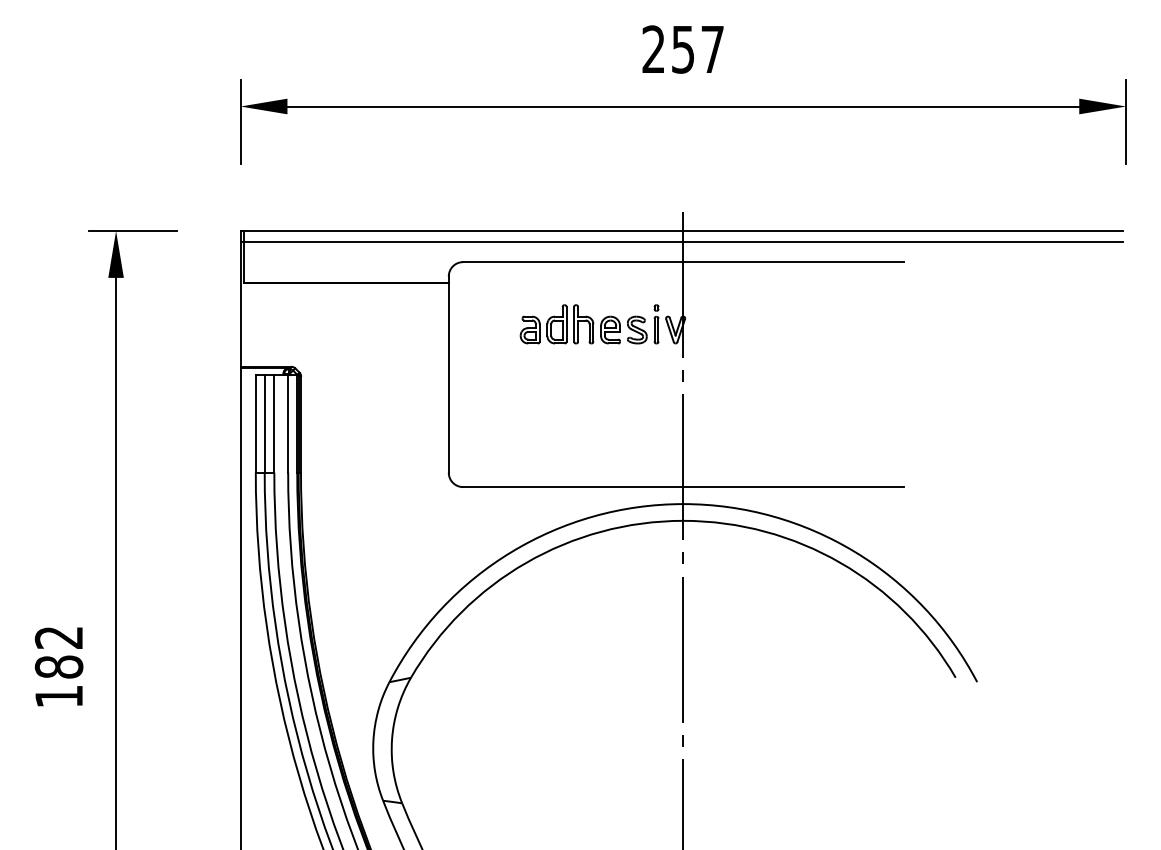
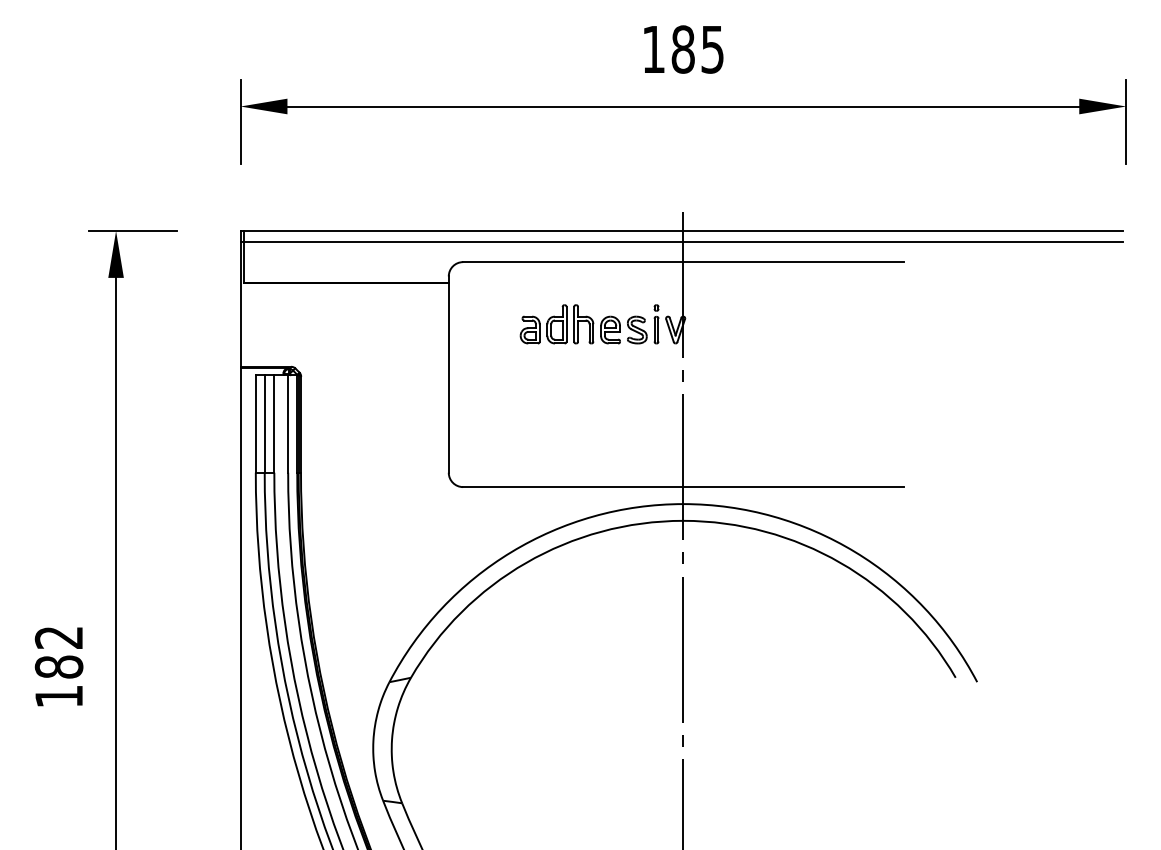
text at (682, 49): 257 -> 185
